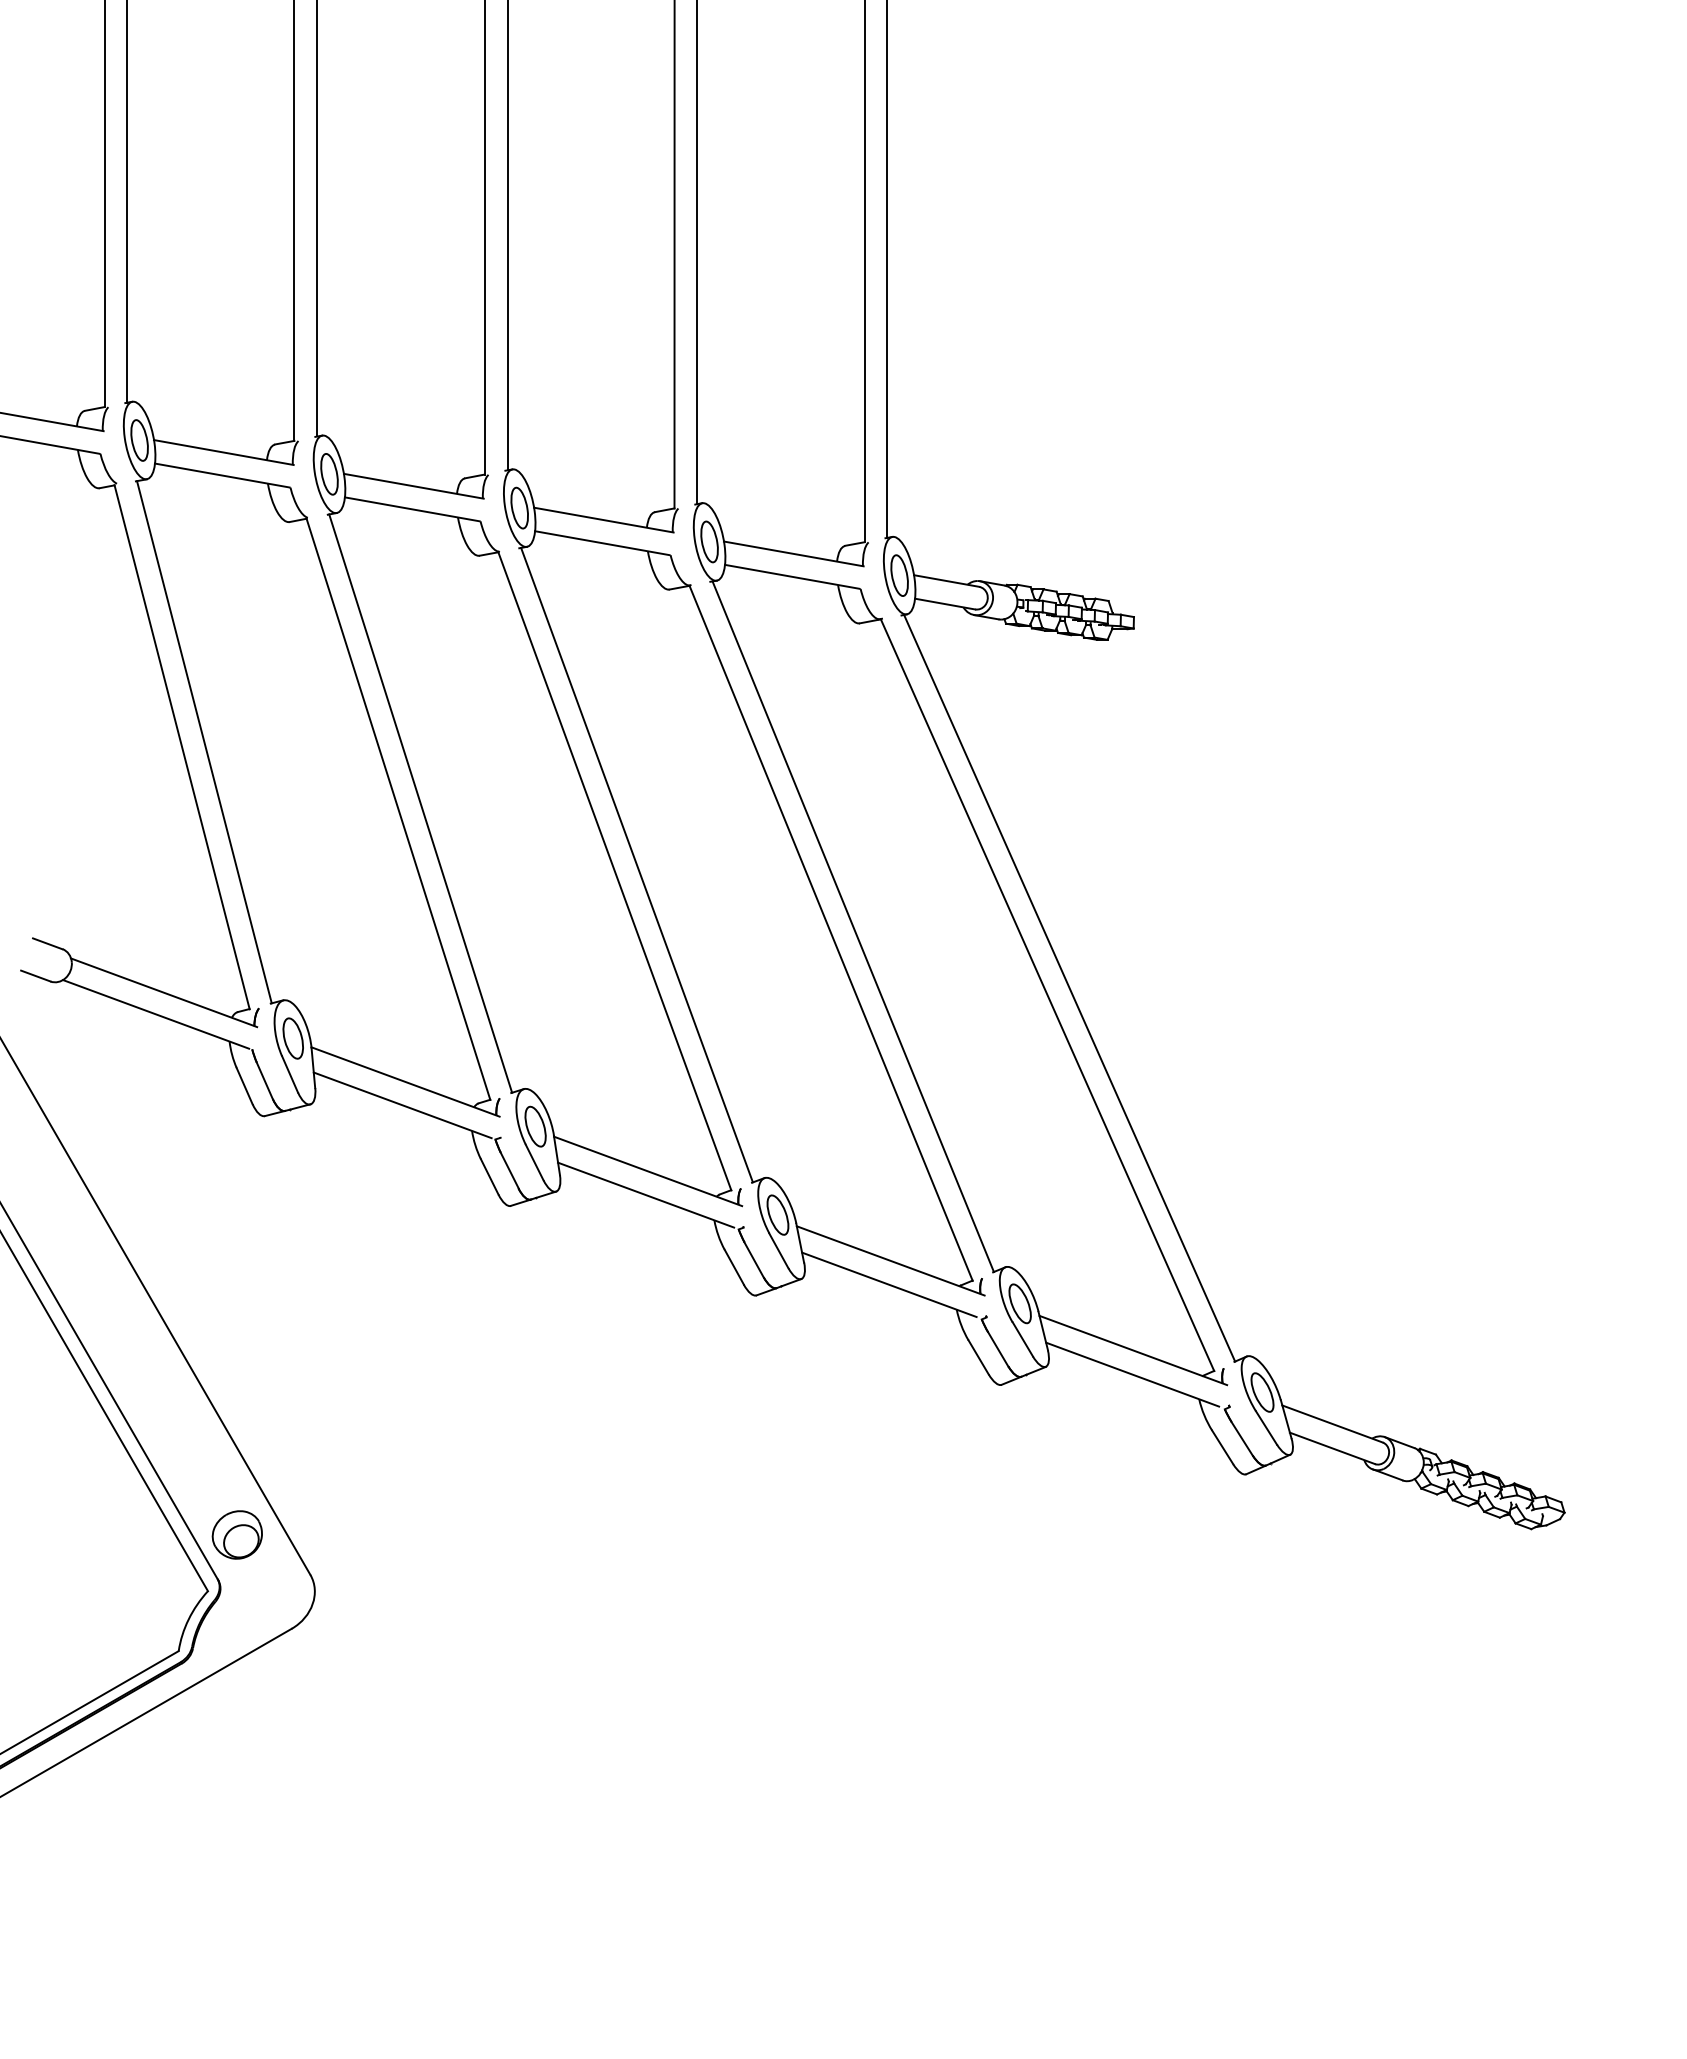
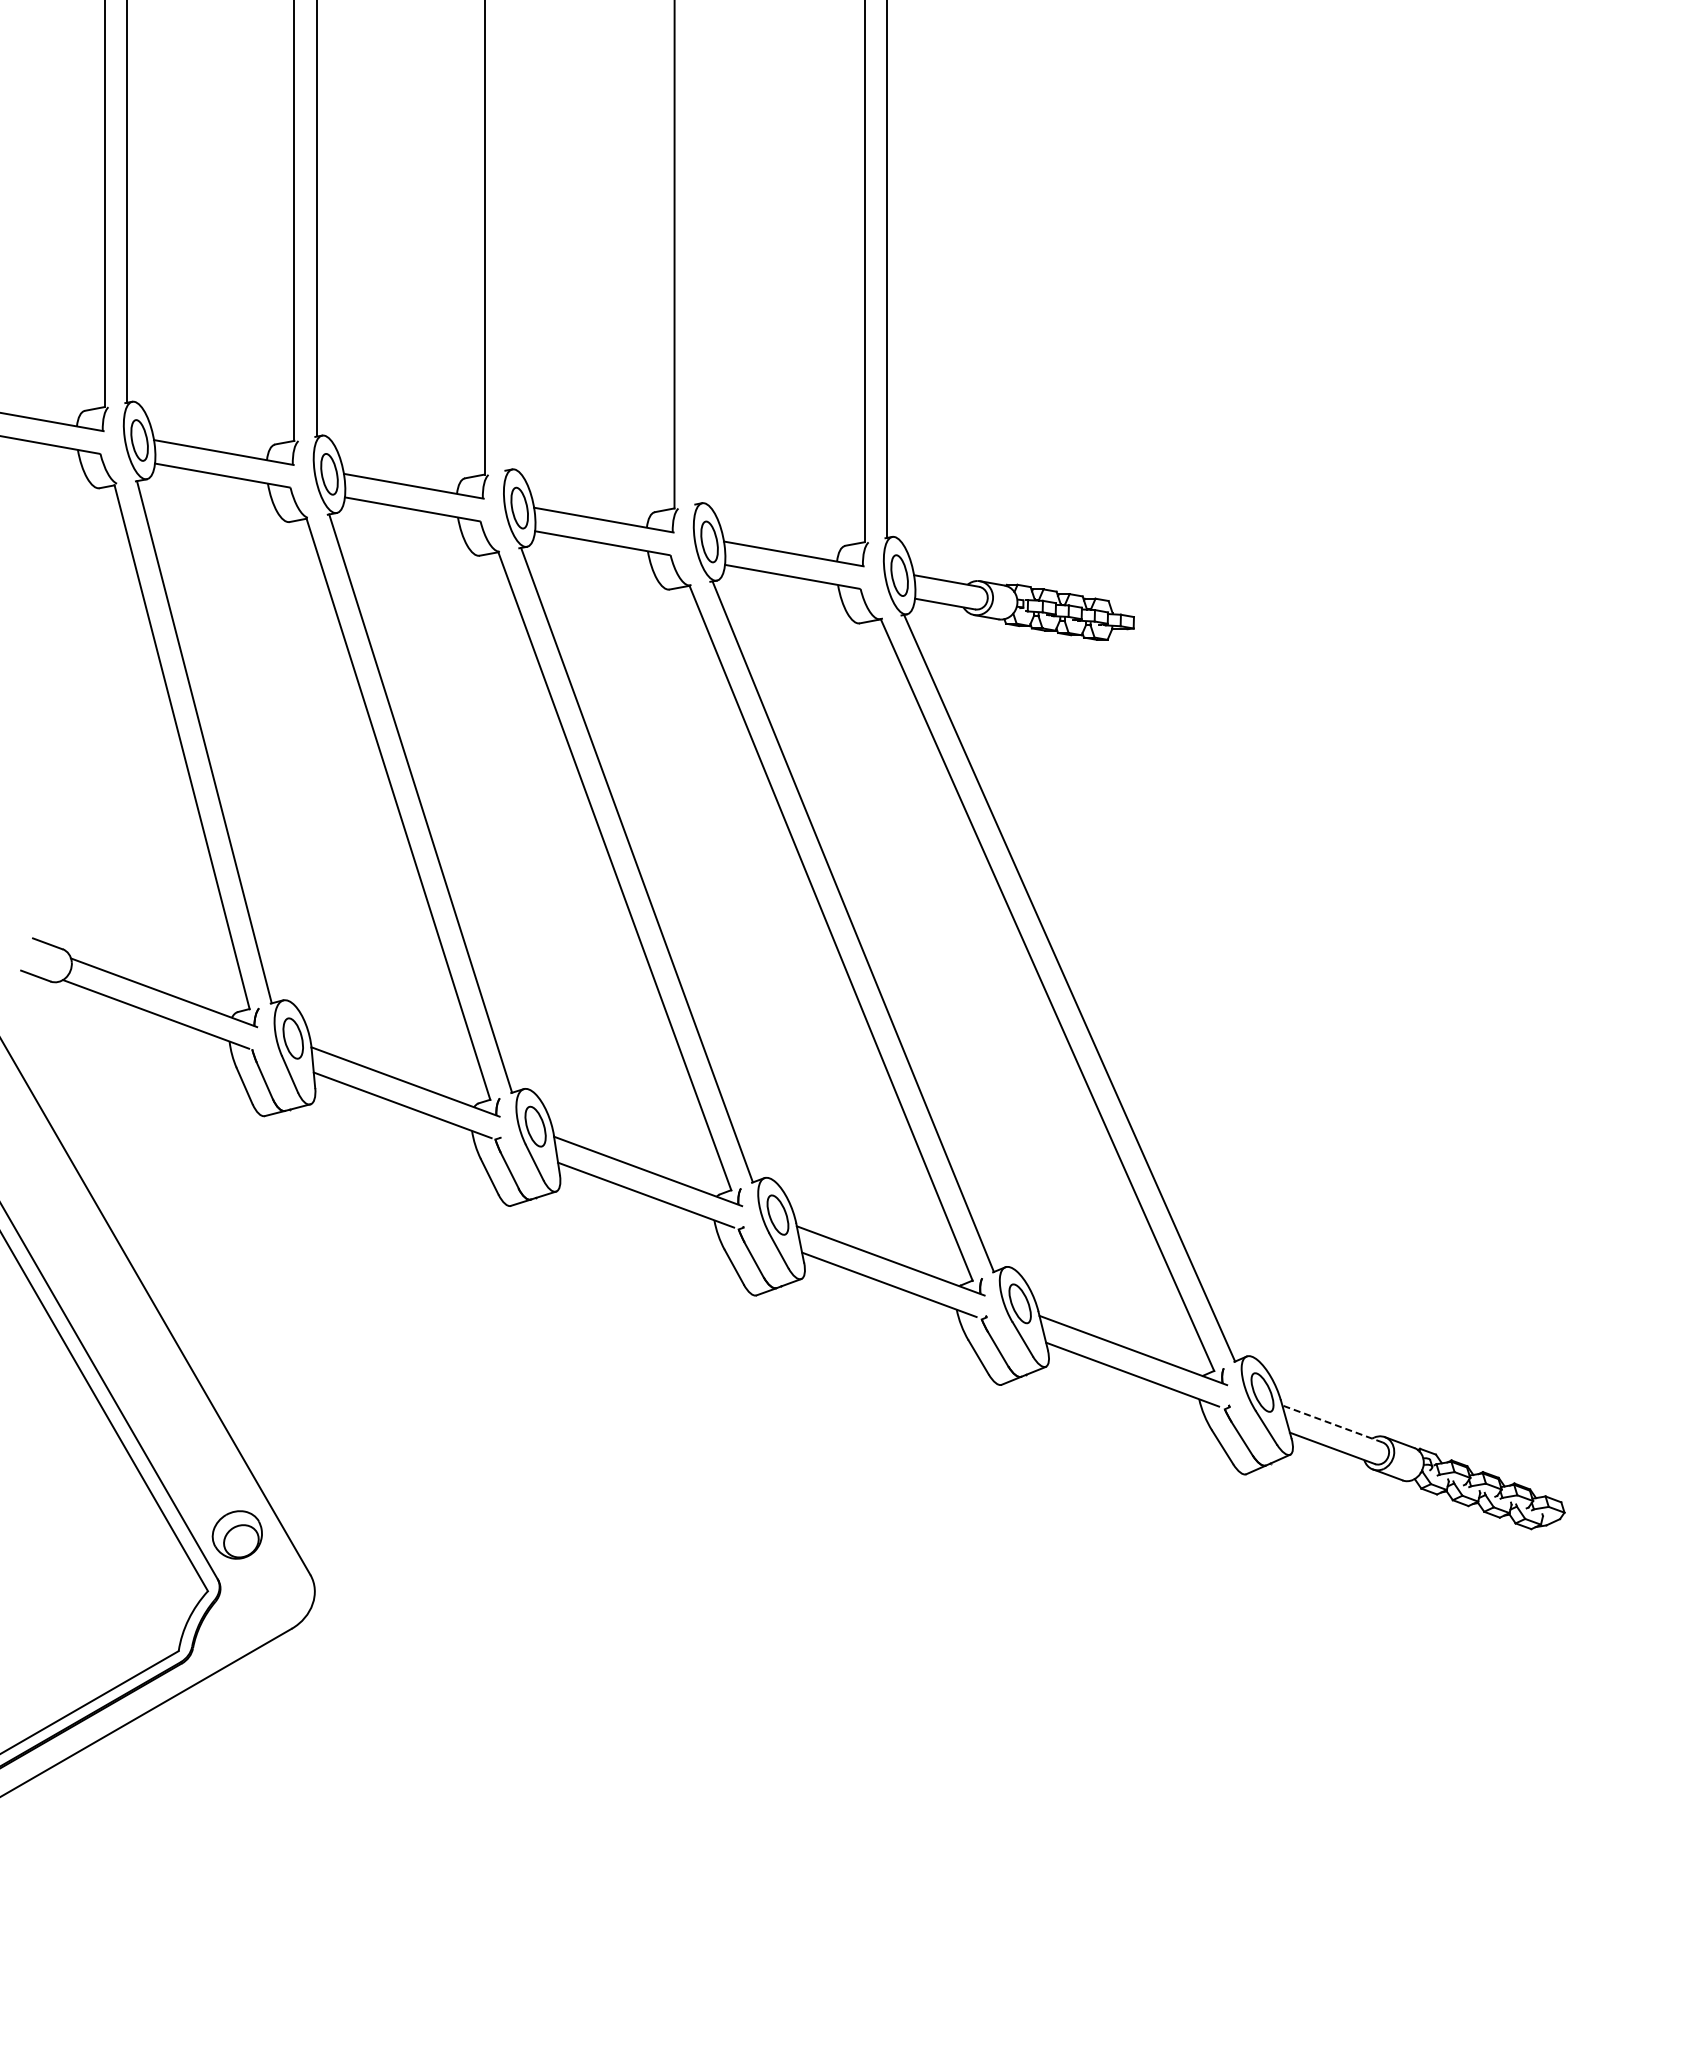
line at (507, 236): present -> none
line at (697, 253): present -> none
line at (1332, 1424): solid -> dashed
